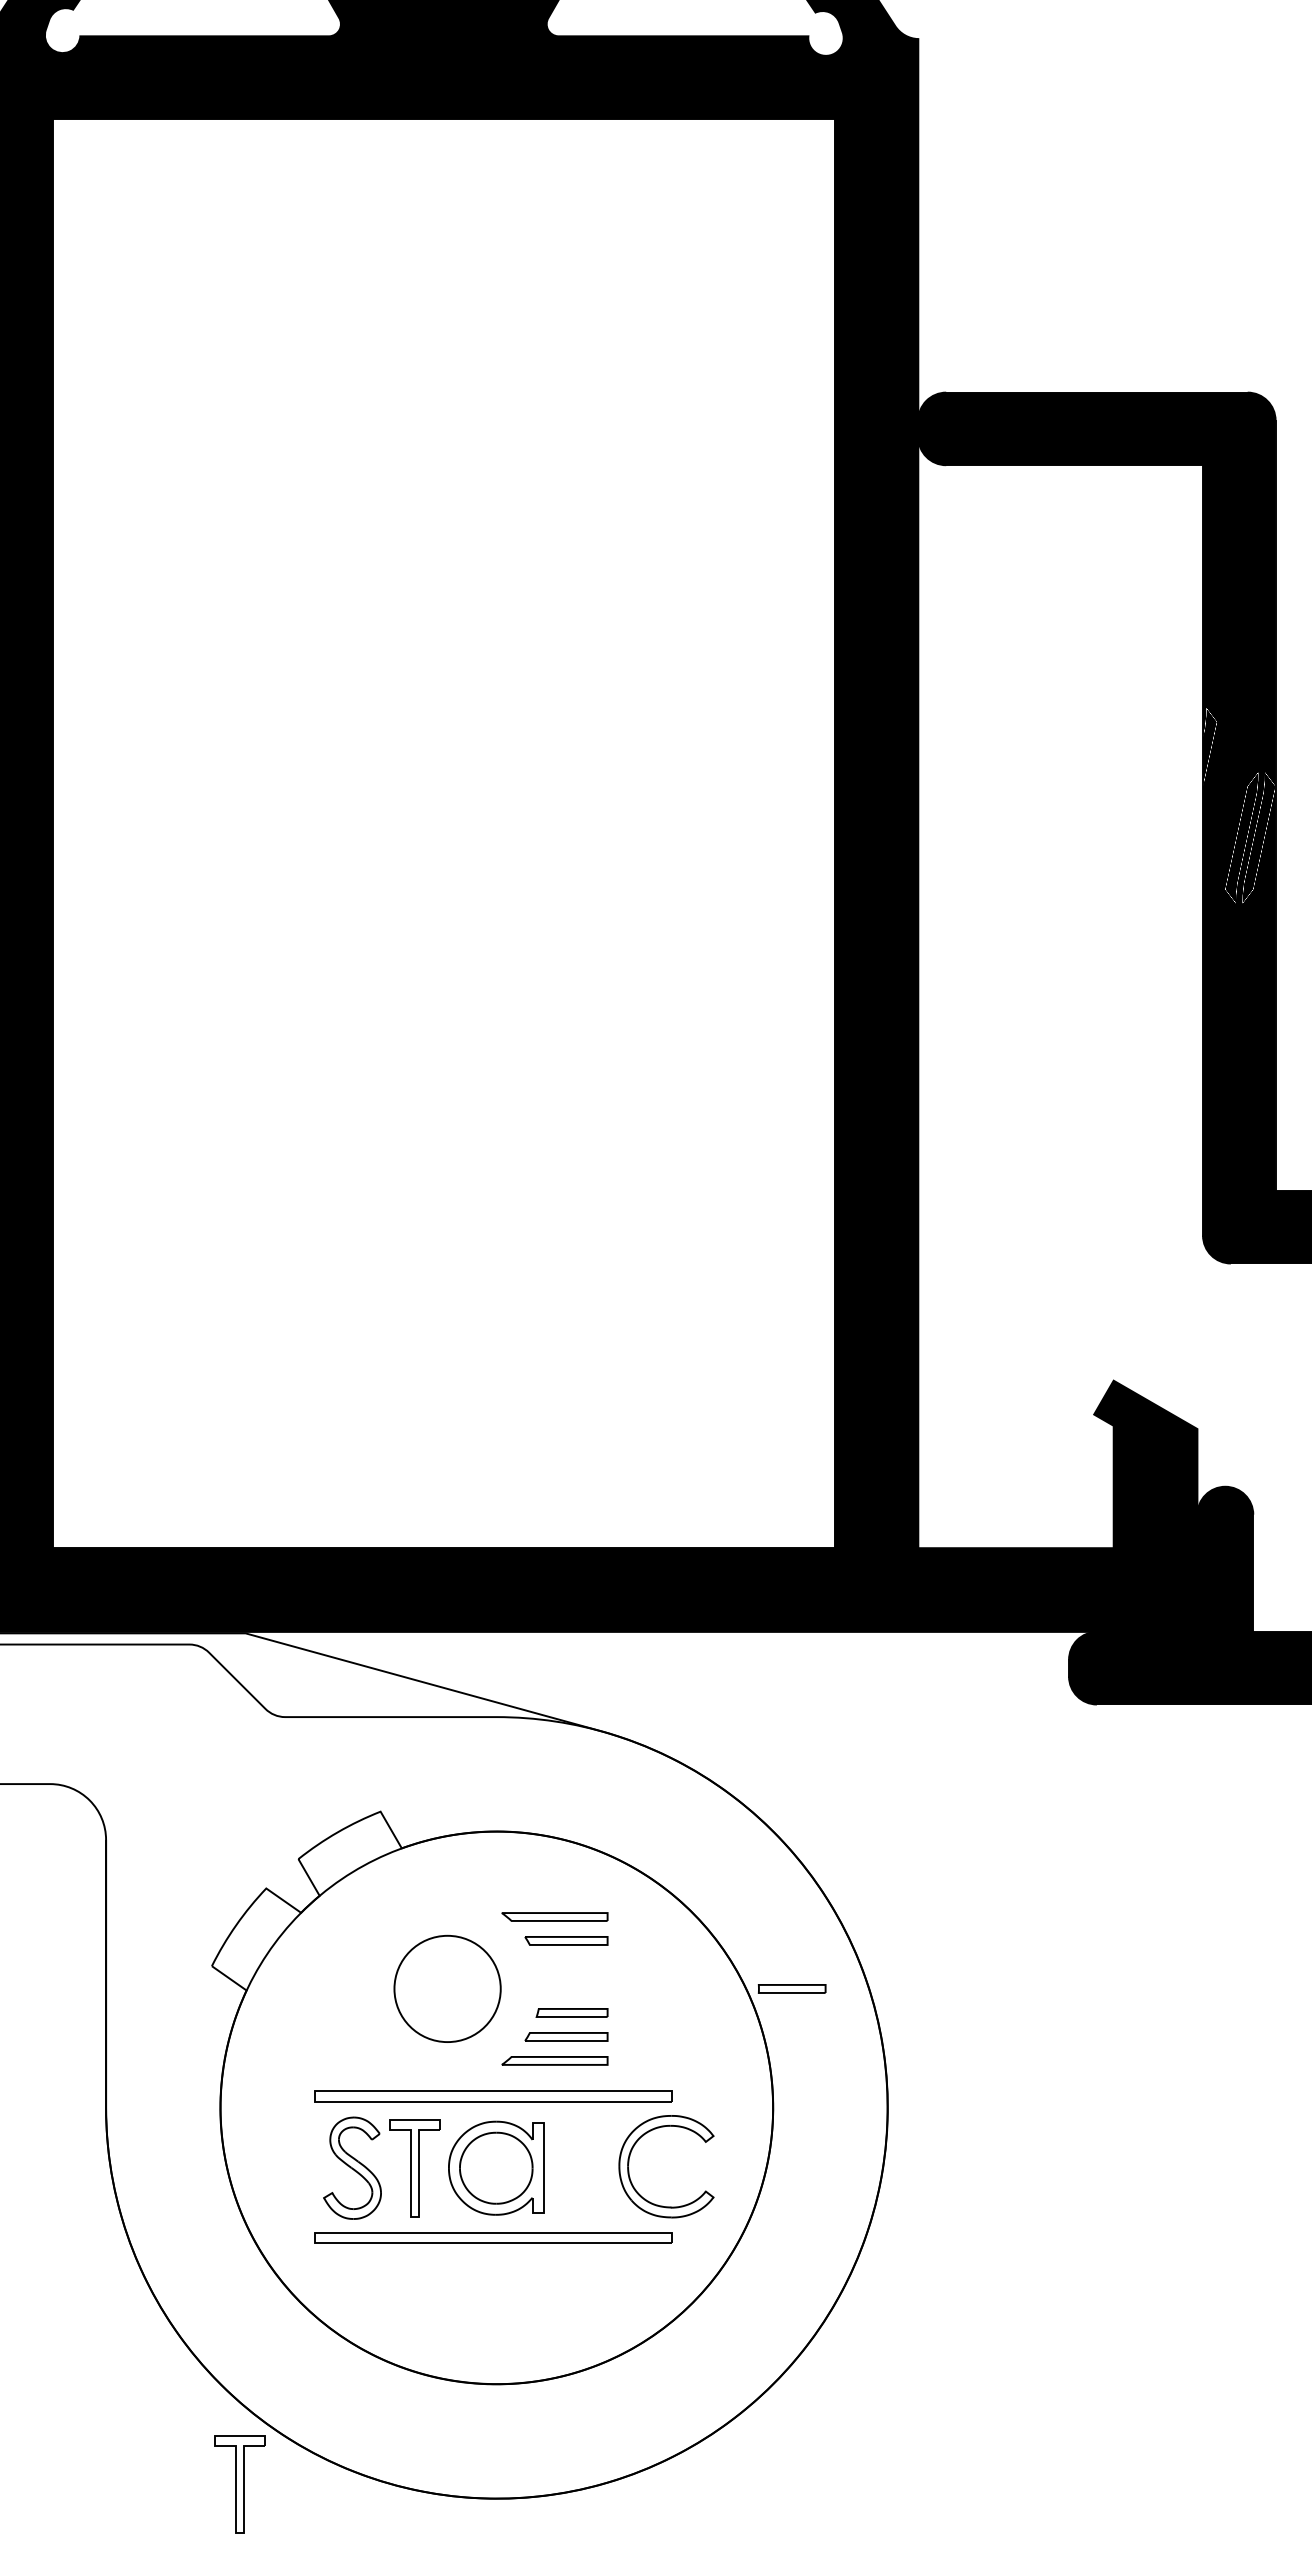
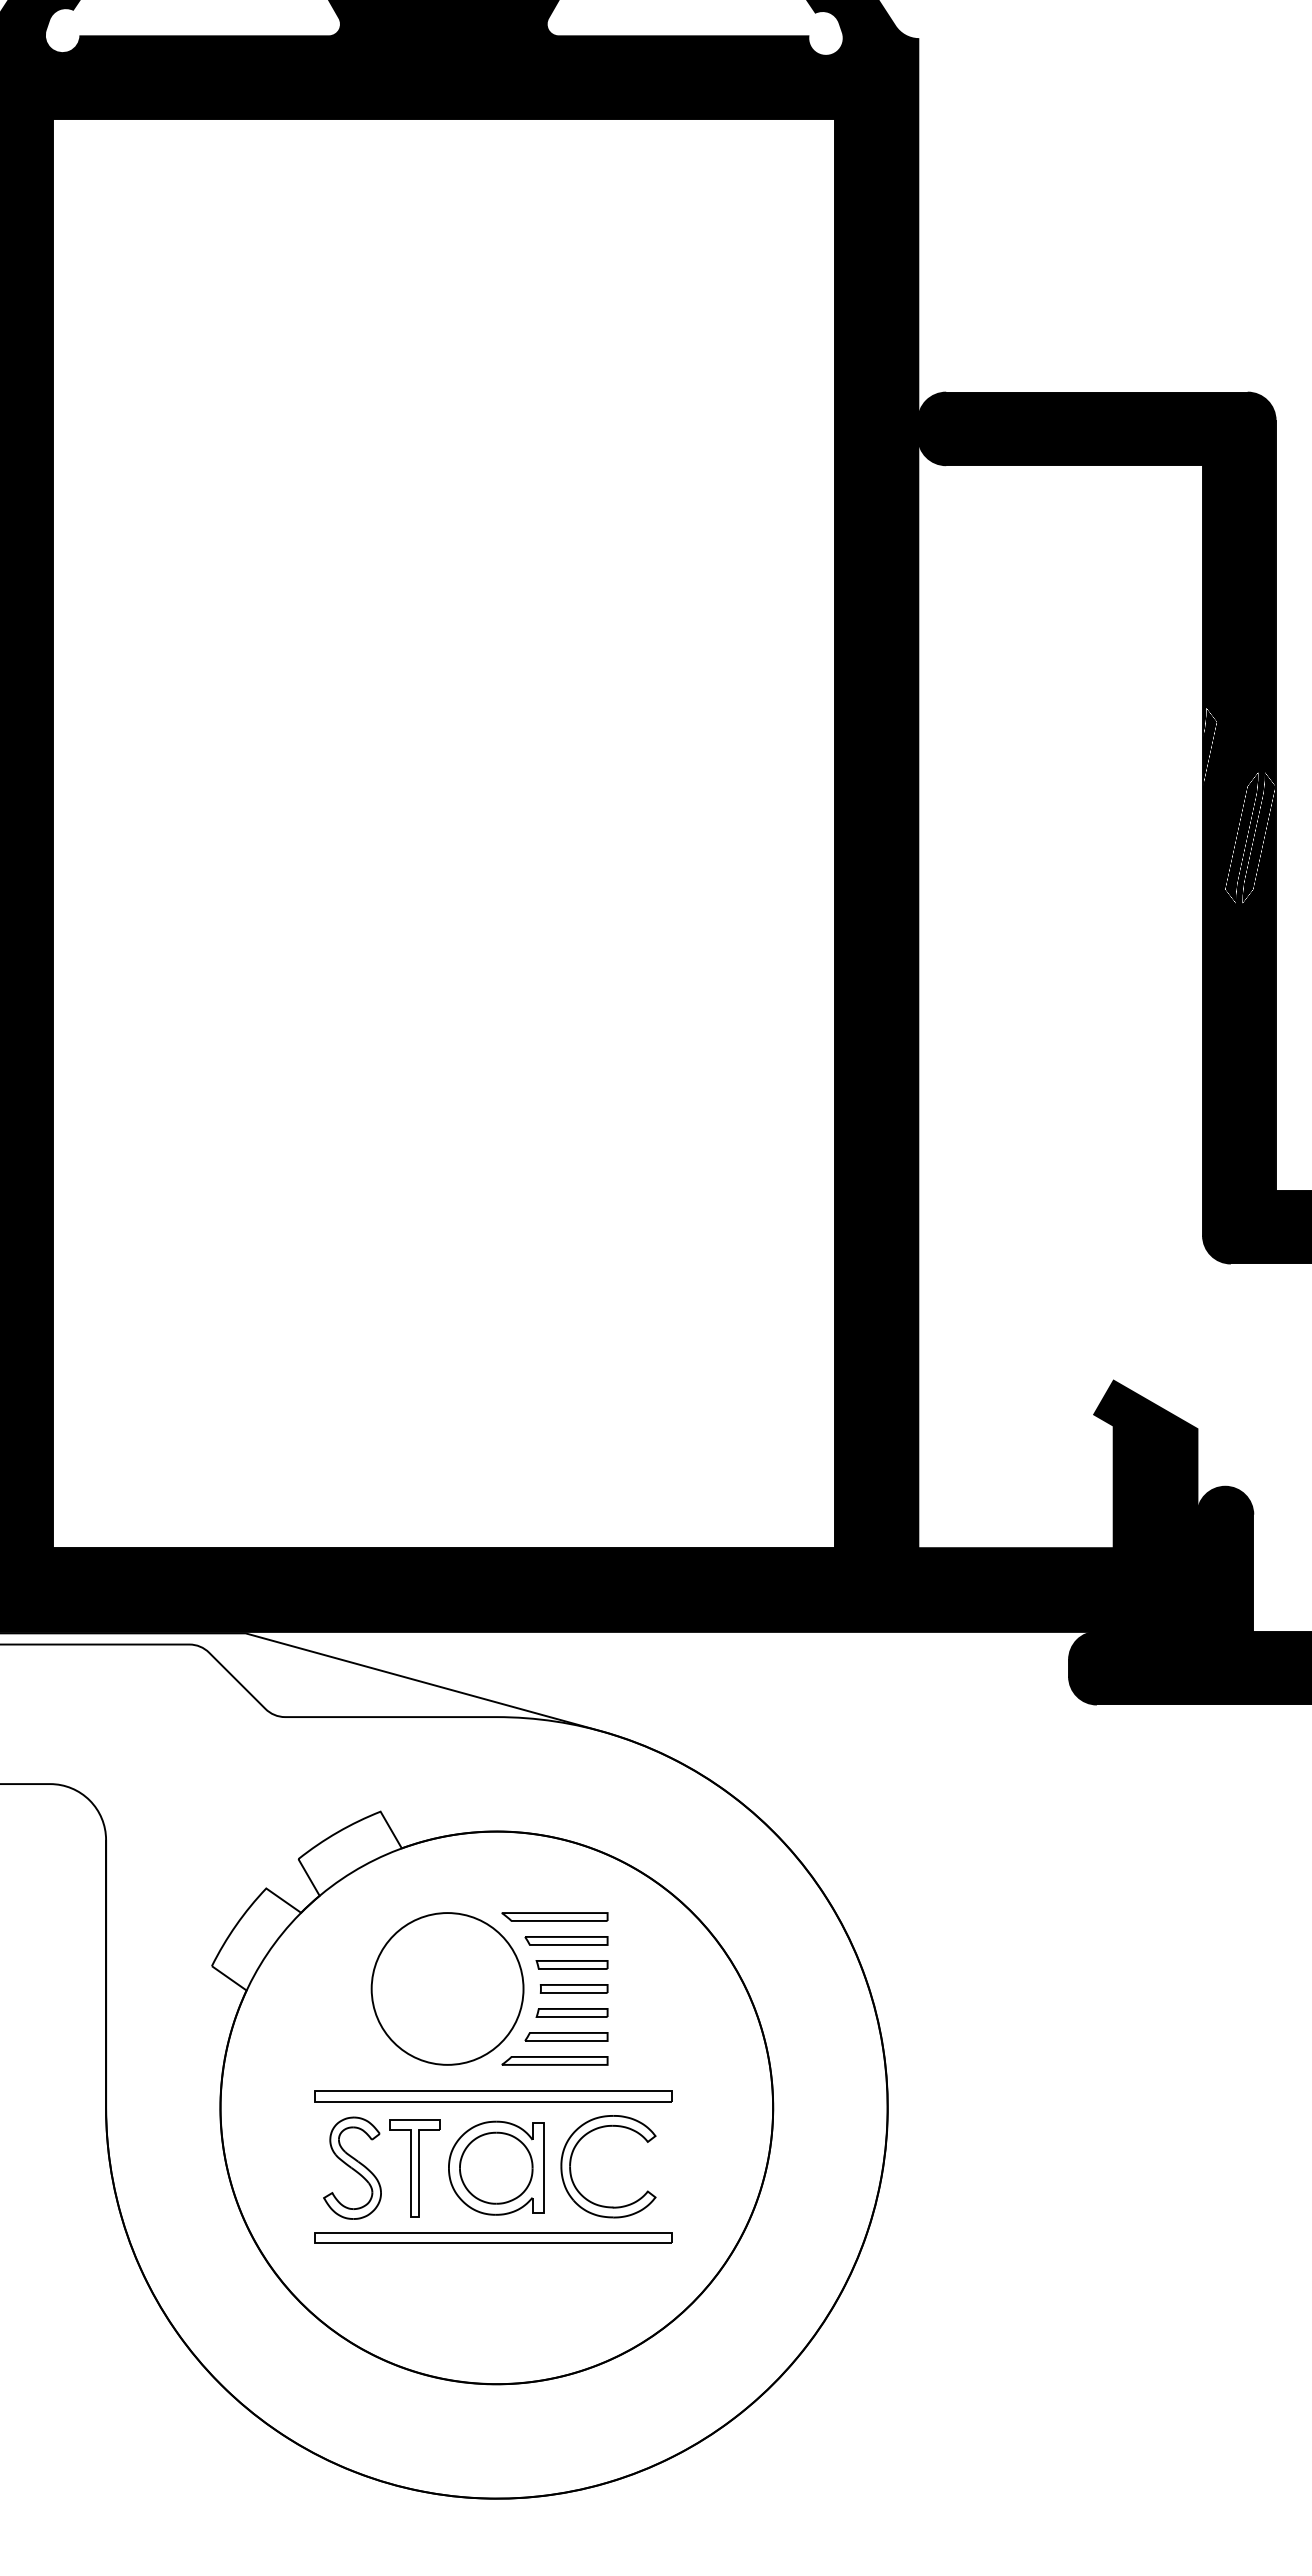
part at (571, 1964): none -> present
circle at (447, 1988) diameter: 106 px -> 152 px
part at (791, 1988) position: (791, 1988) -> (573, 1988)
part at (629, 2163) position: (629, 2163) -> (571, 2163)
part at (239, 2484): present -> none
